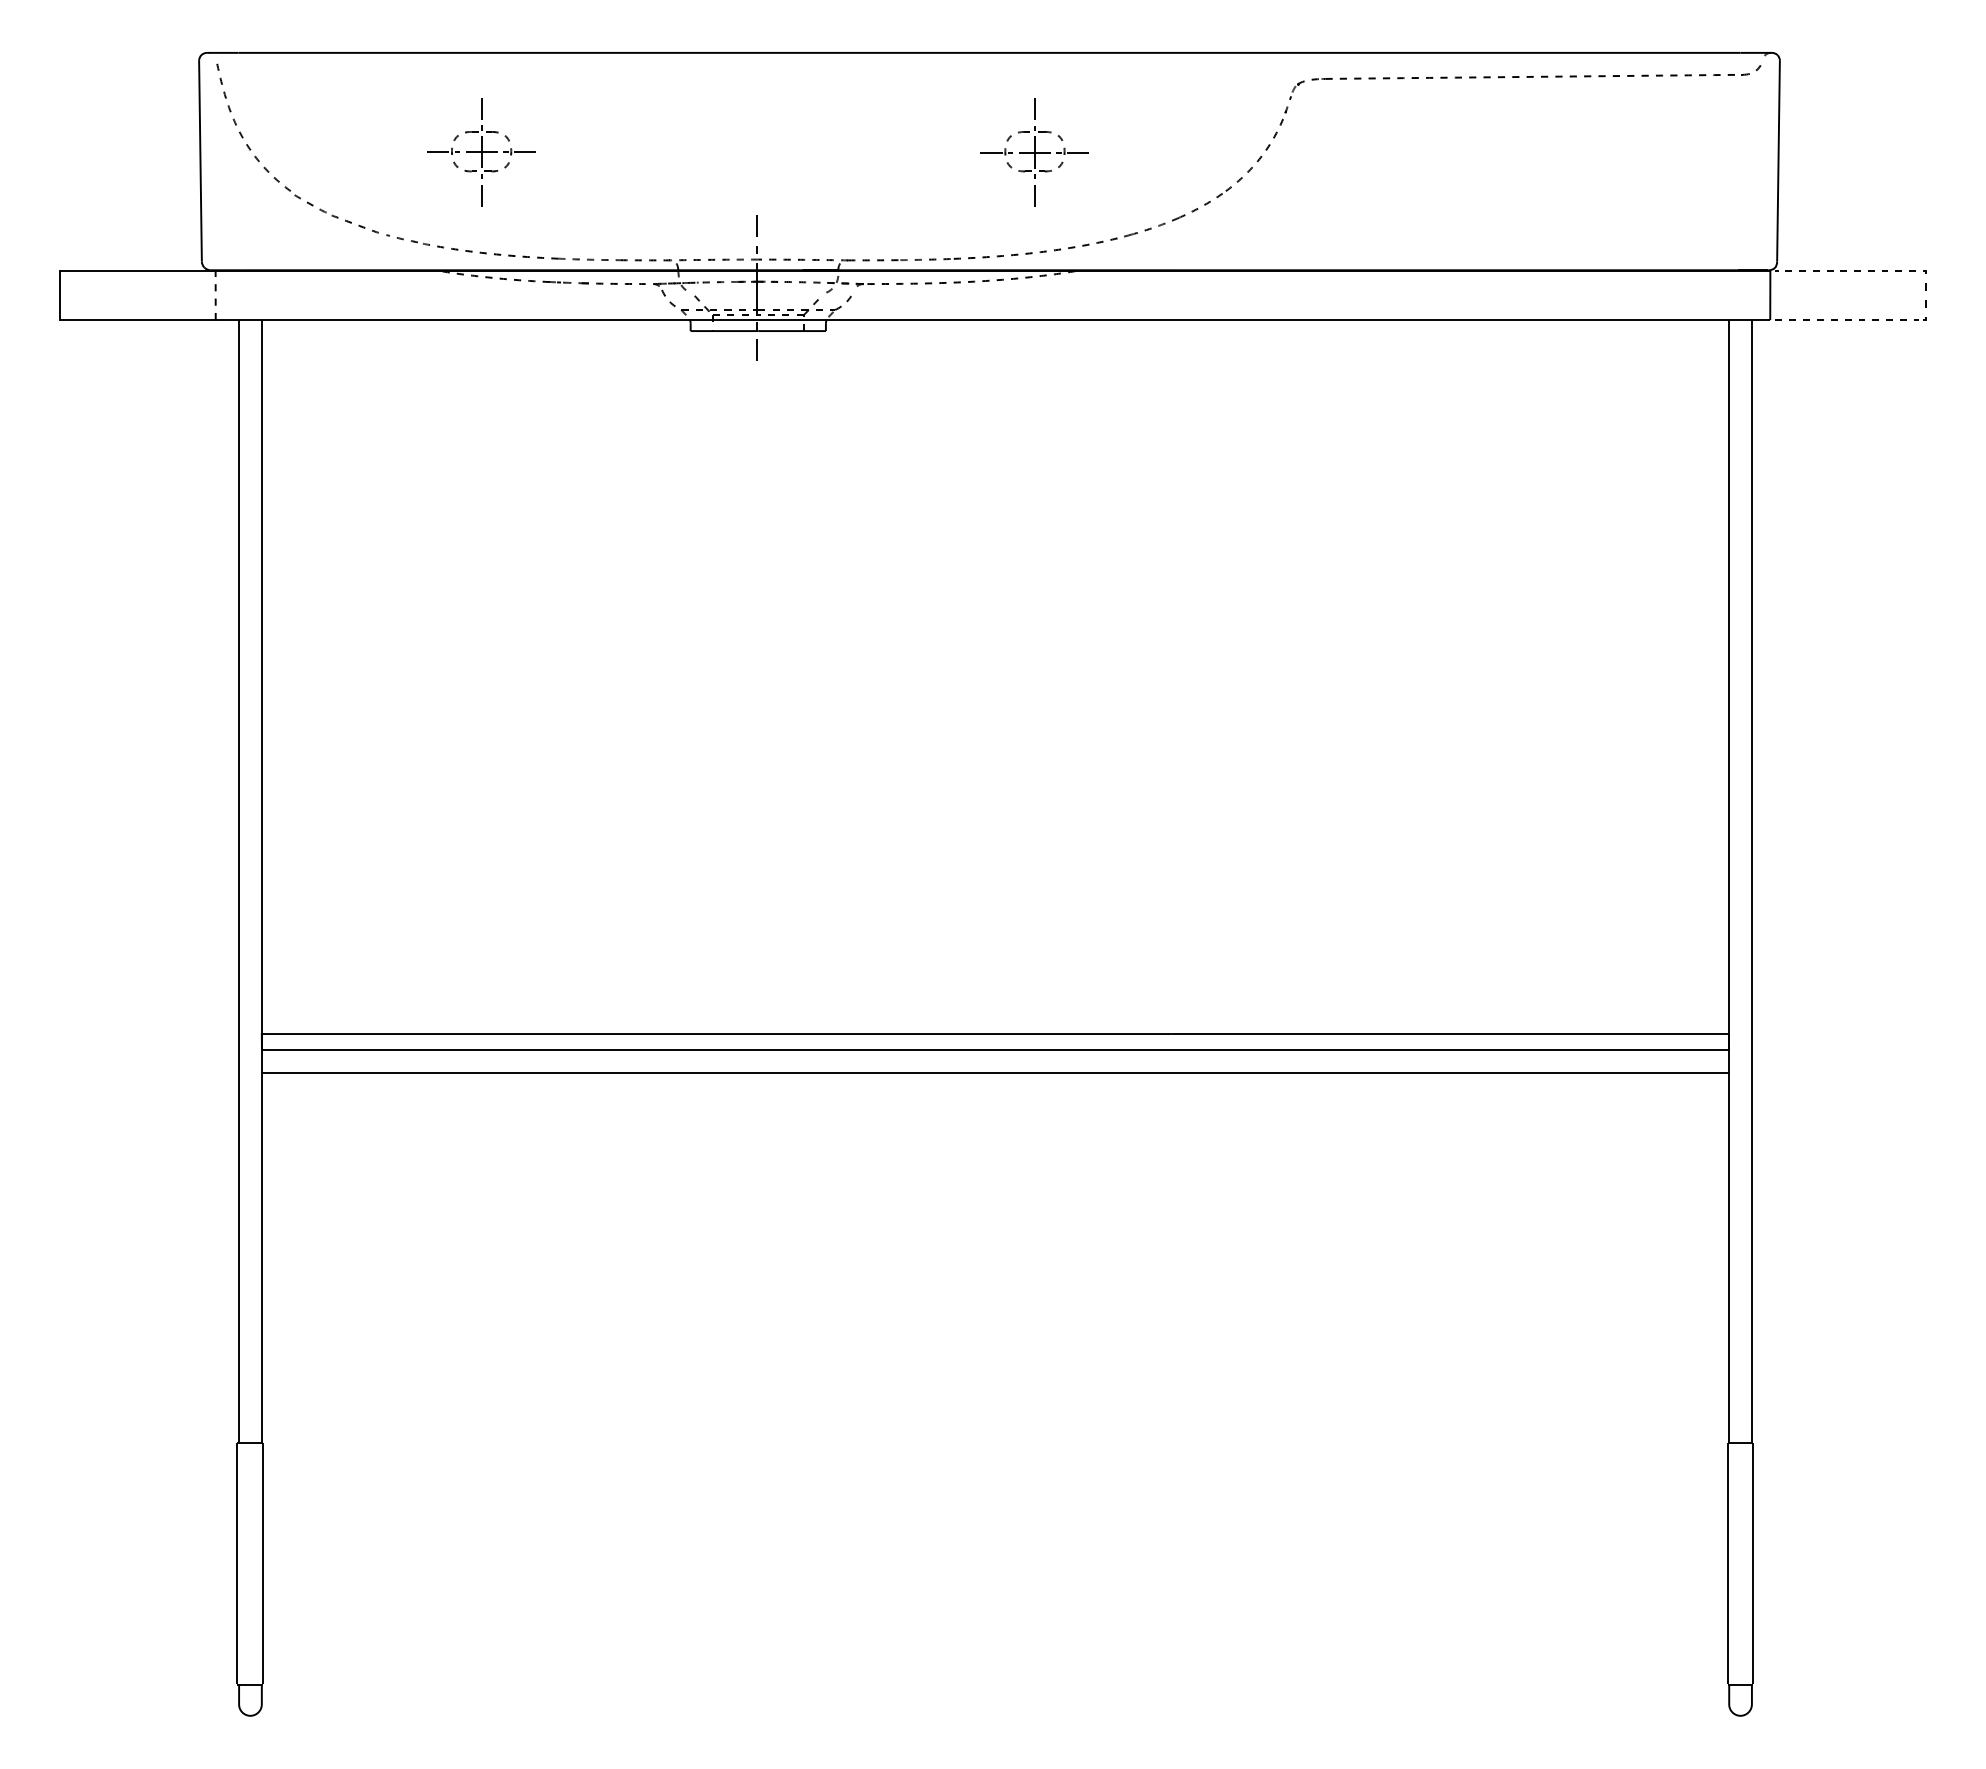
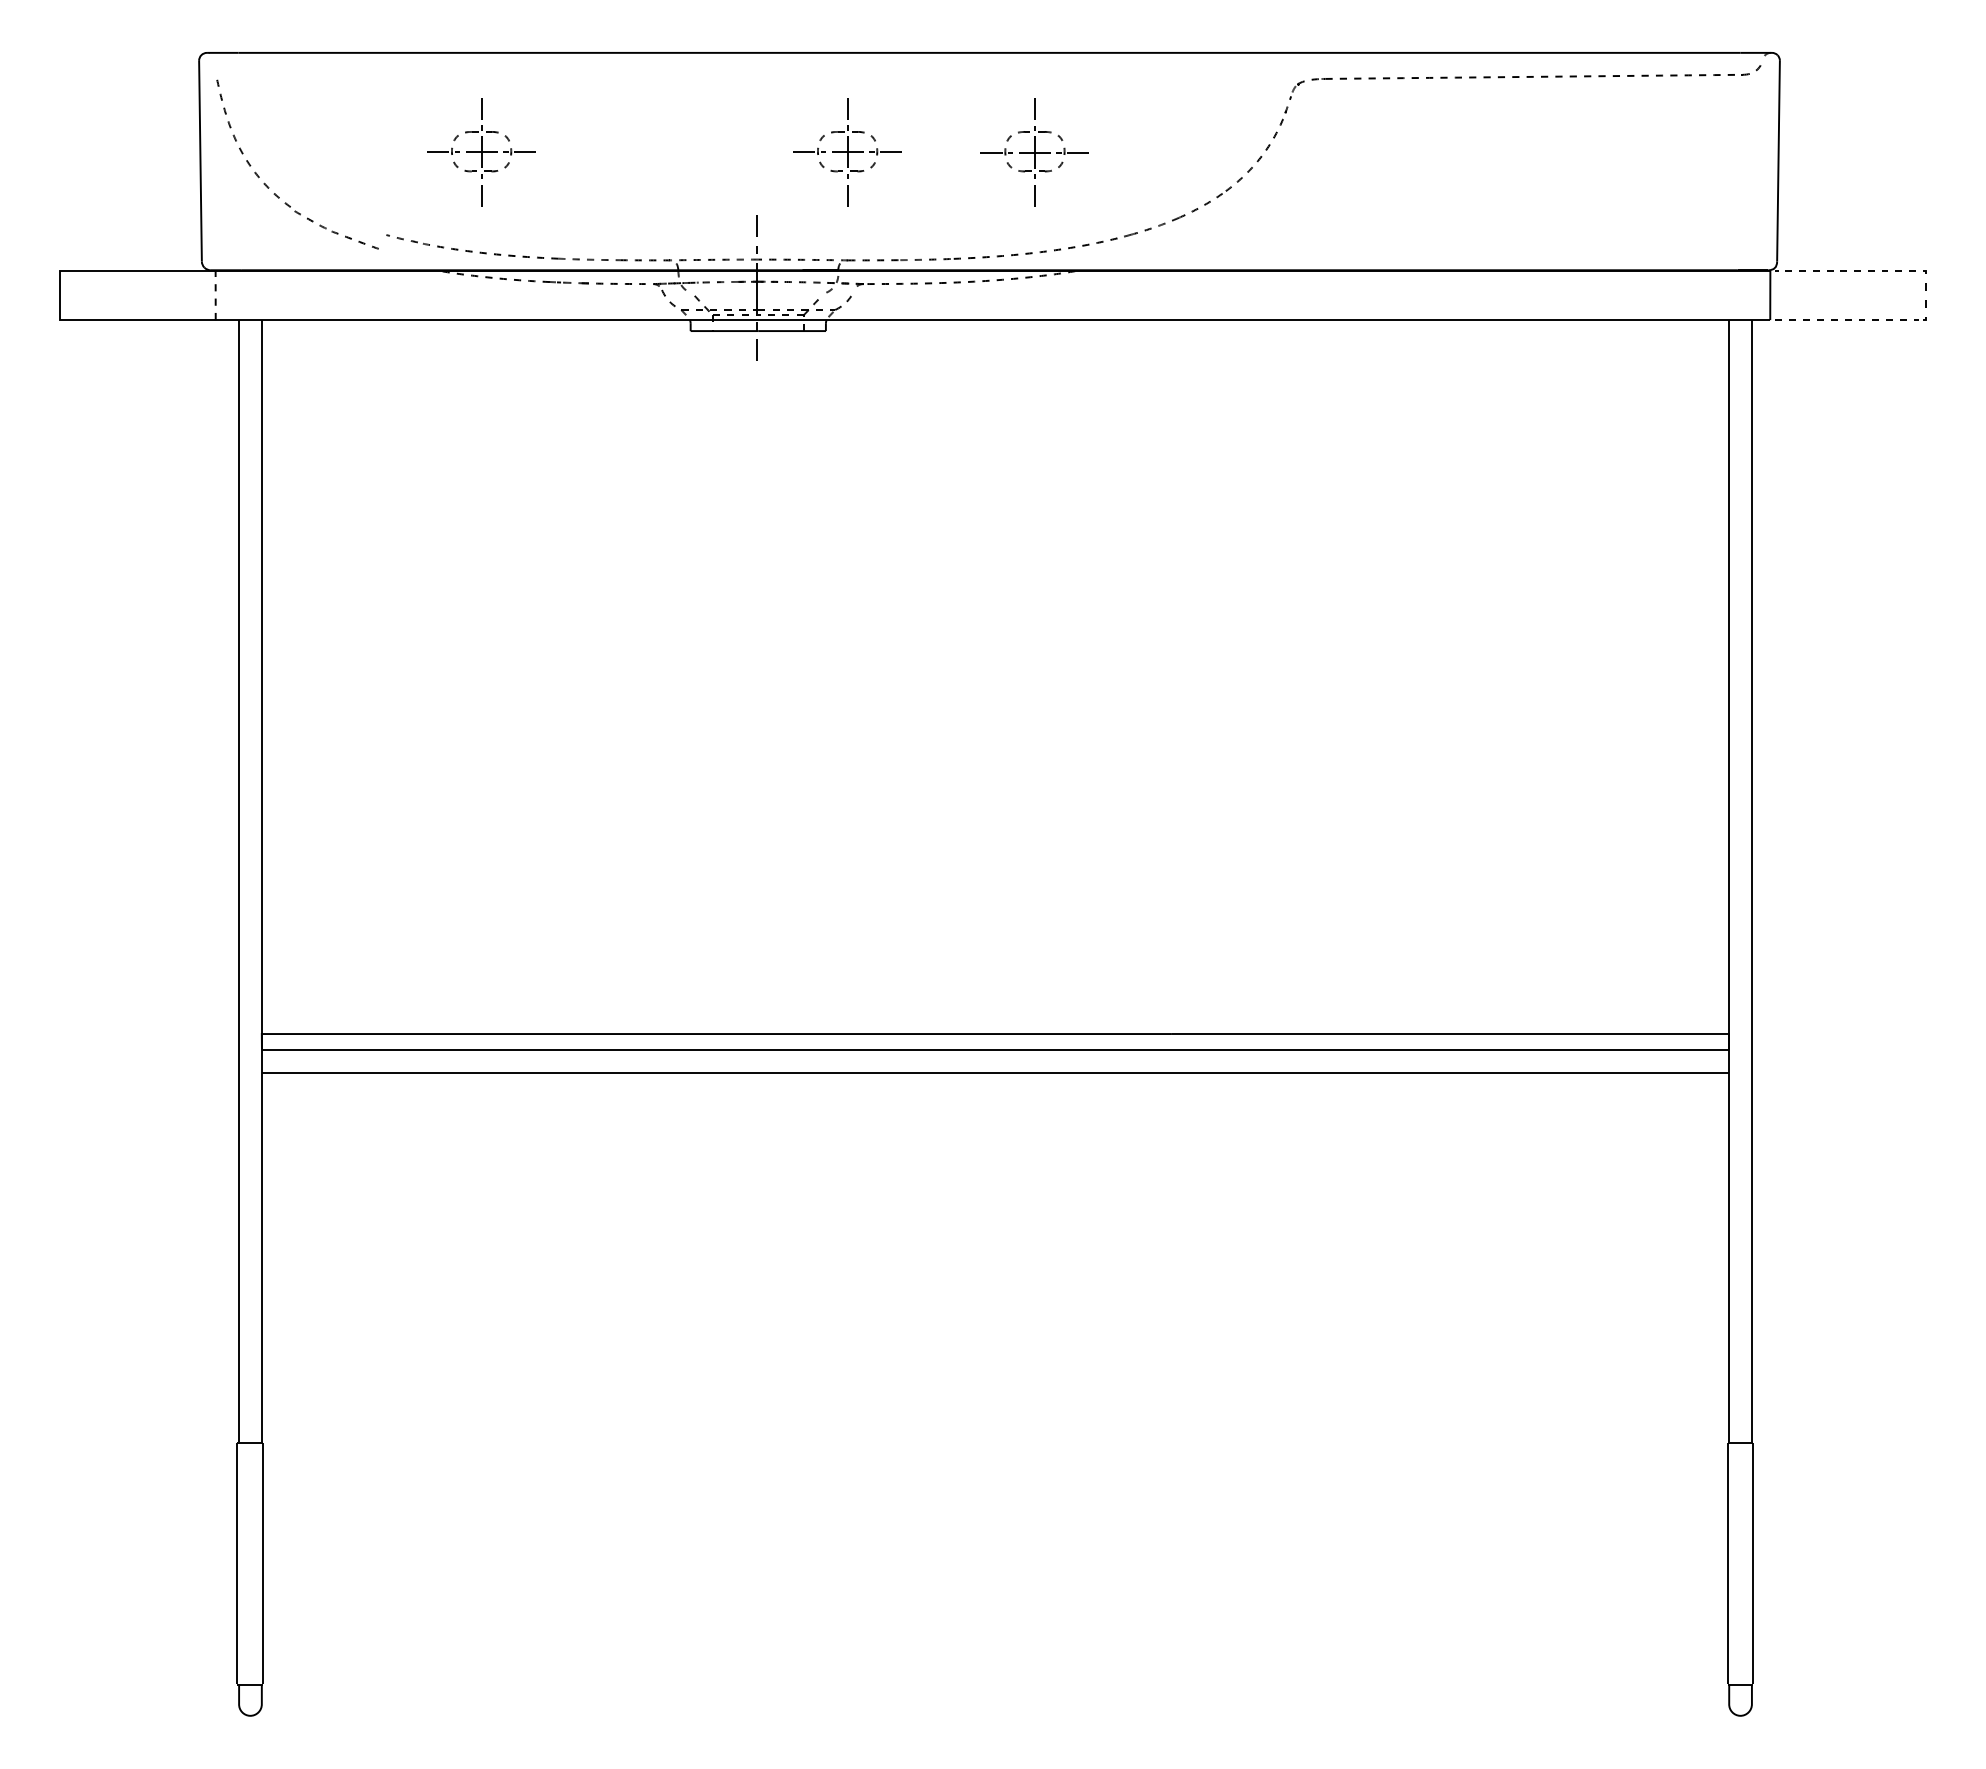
part at (847, 152): none -> present
part at (269, 171) position: (269, 171) -> (269, 187)
